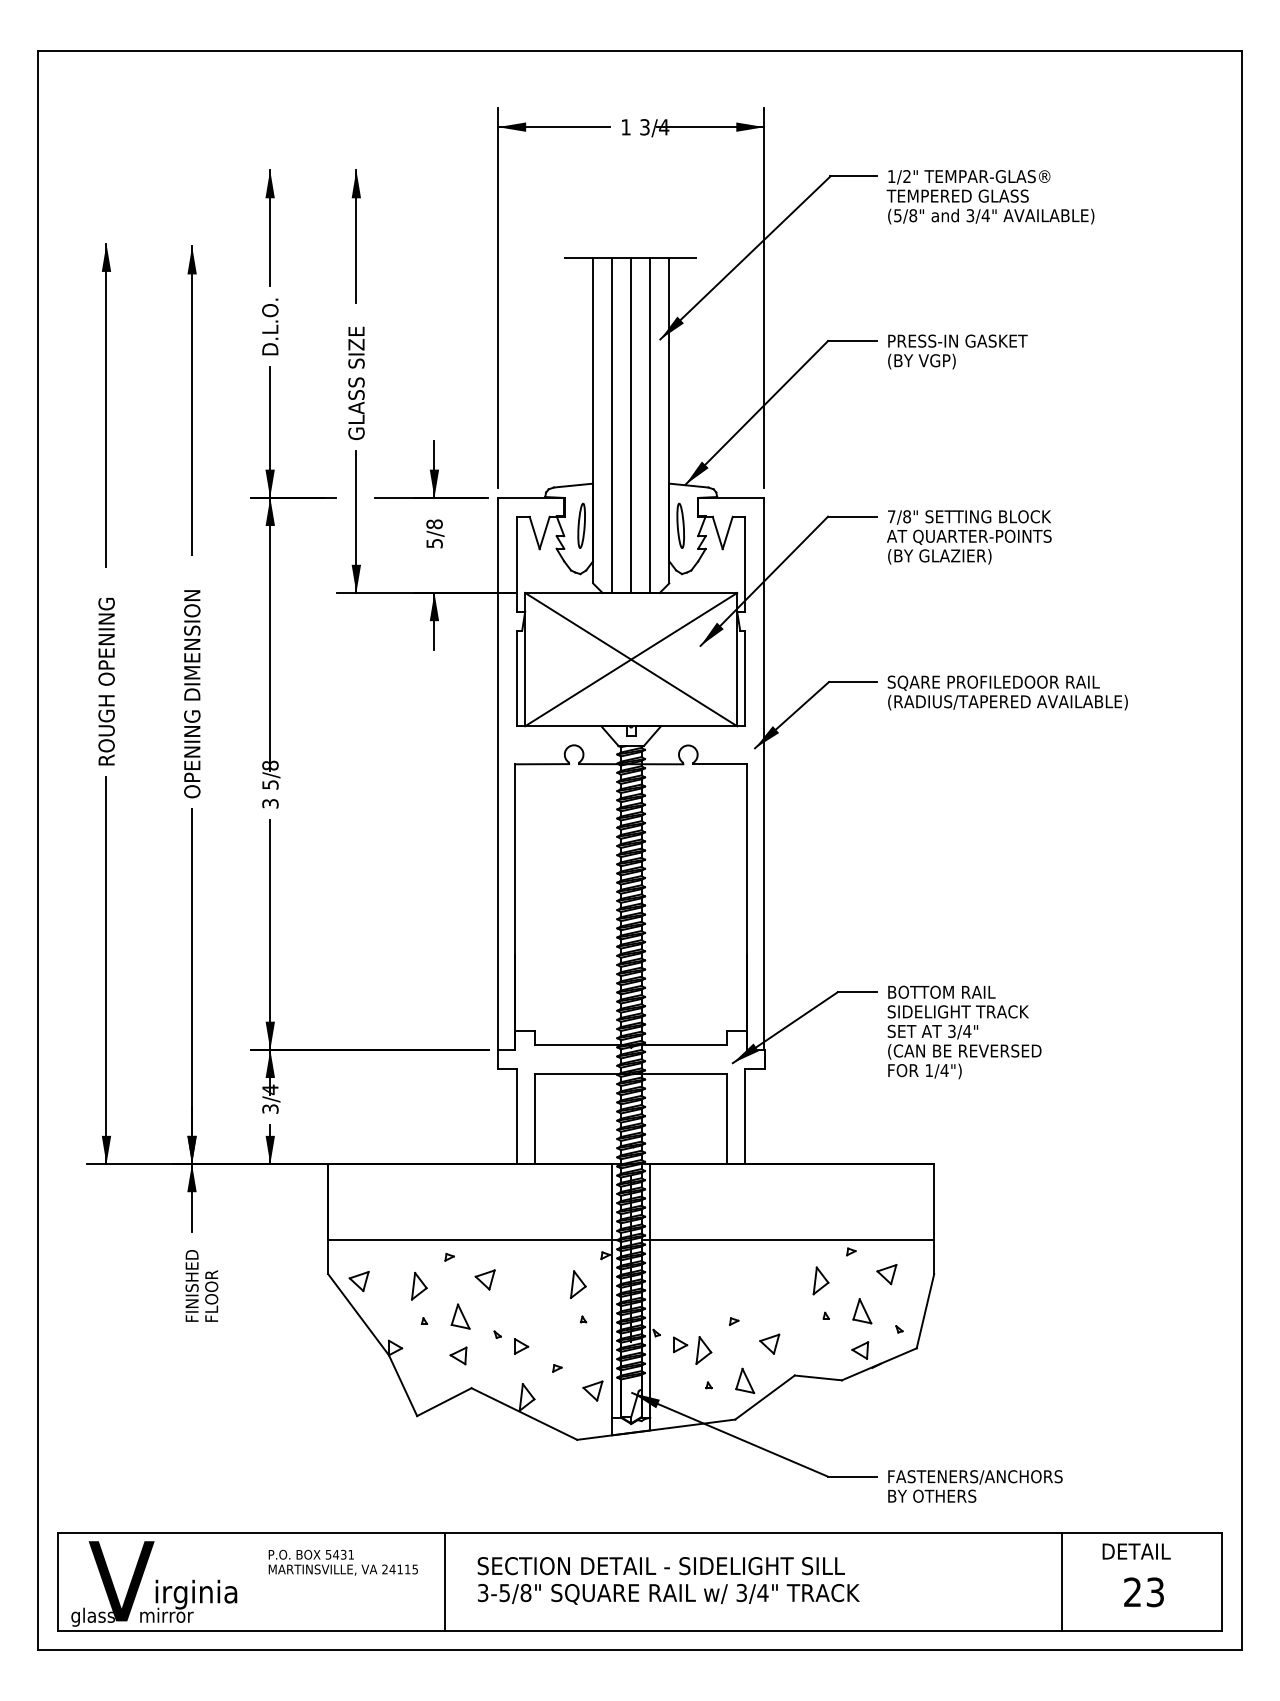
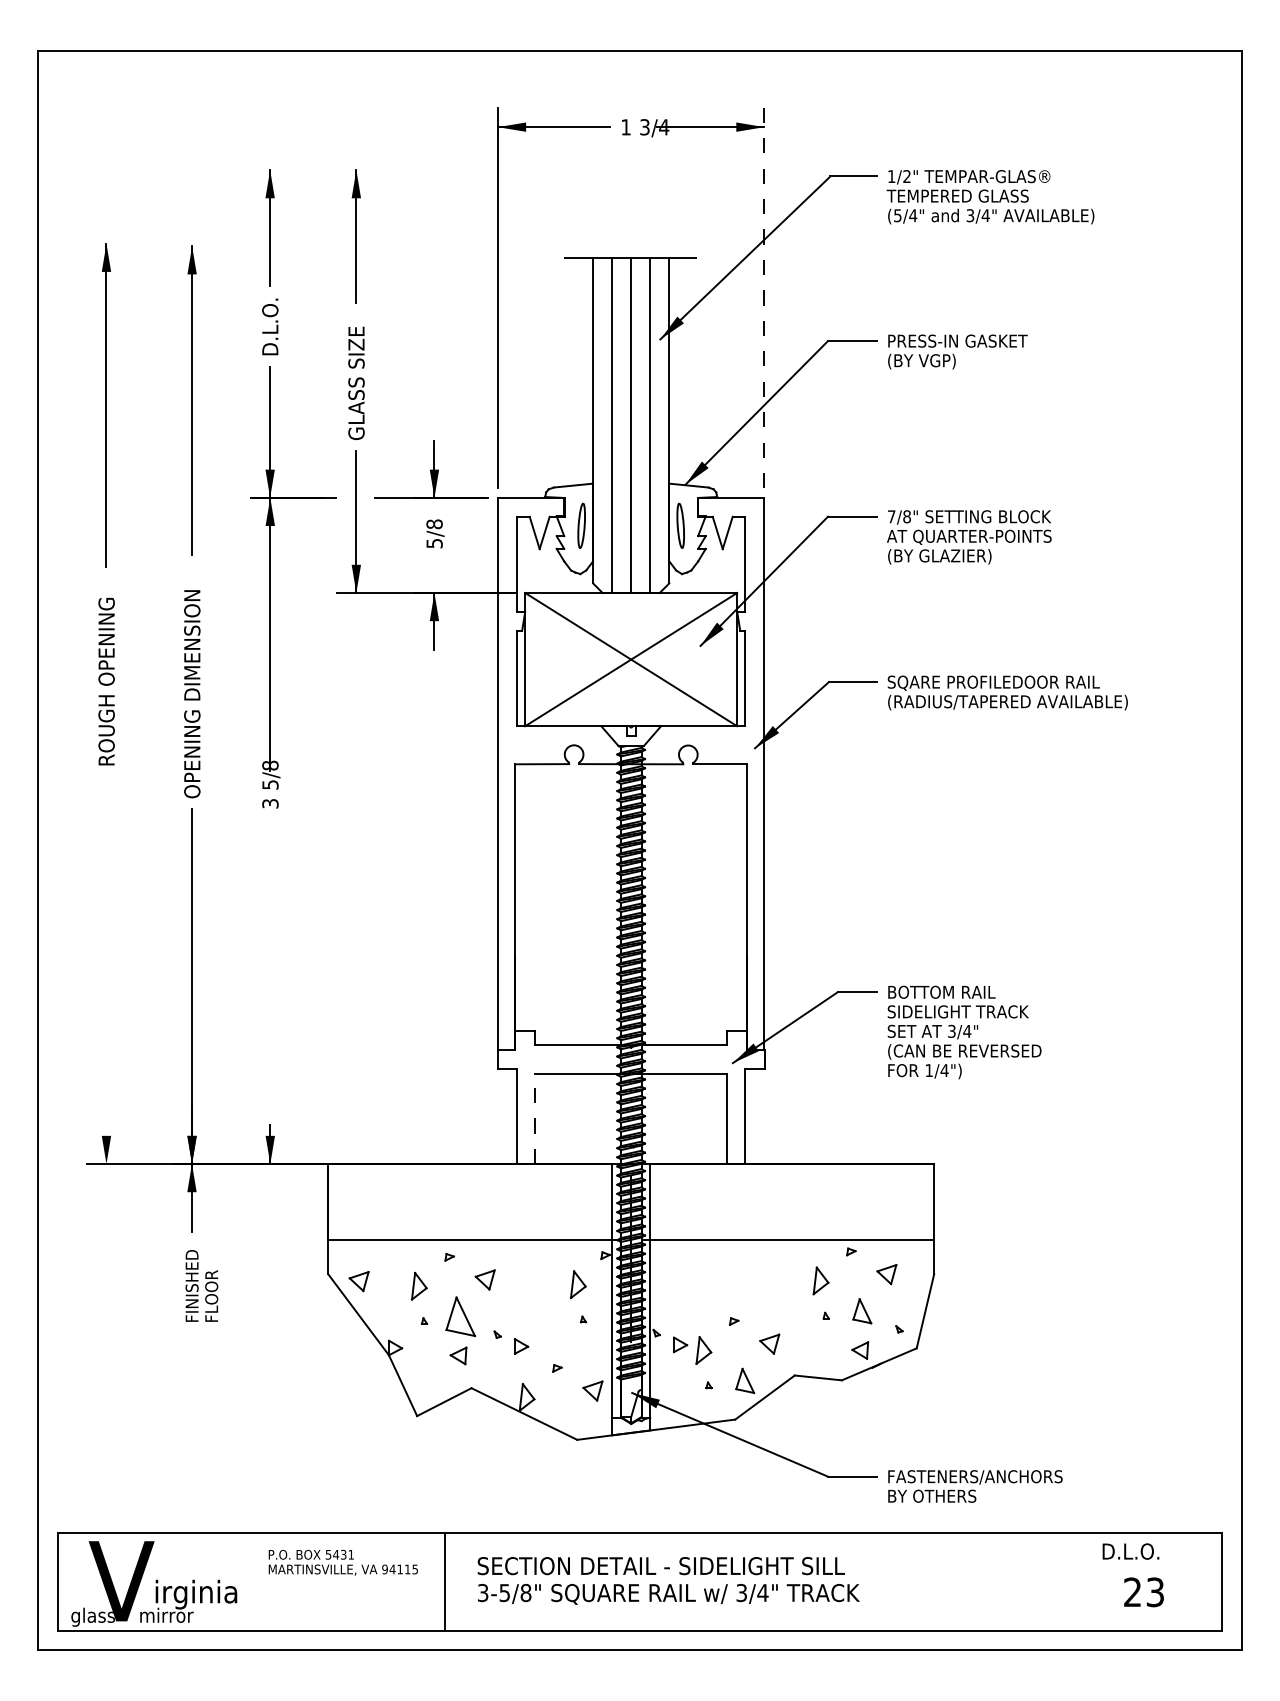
text at (913, 215): (5/8" -> (5/4"
line at (764, 297): solid -> dashed
line at (106, 970): present -> none
part at (369, 1049): present -> none
line at (535, 1119): solid -> dashed
part at (460, 1316) size: 21x27 px -> 31x42 px
text at (1144, 1551): DETAIL -> D.L.O.
text at (384, 1569): 24115 -> 94115
line at (1061, 1581): present -> none
